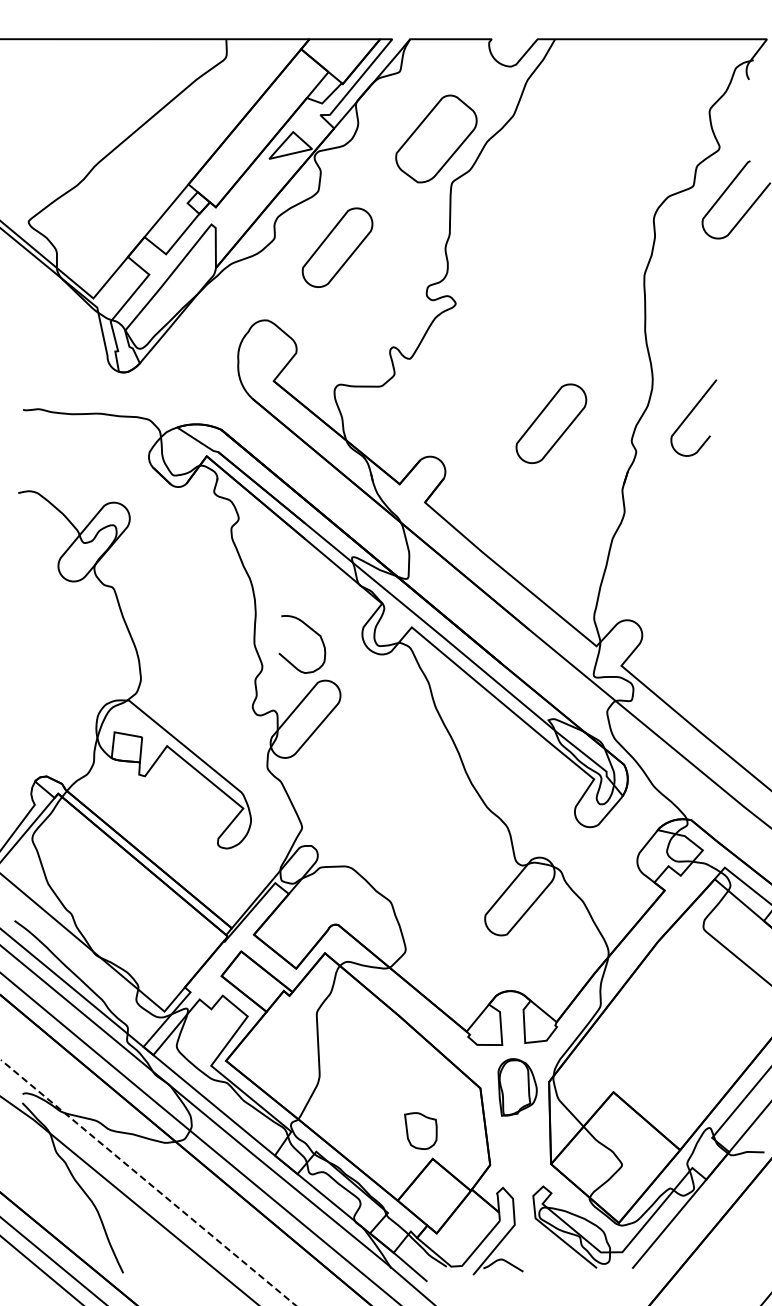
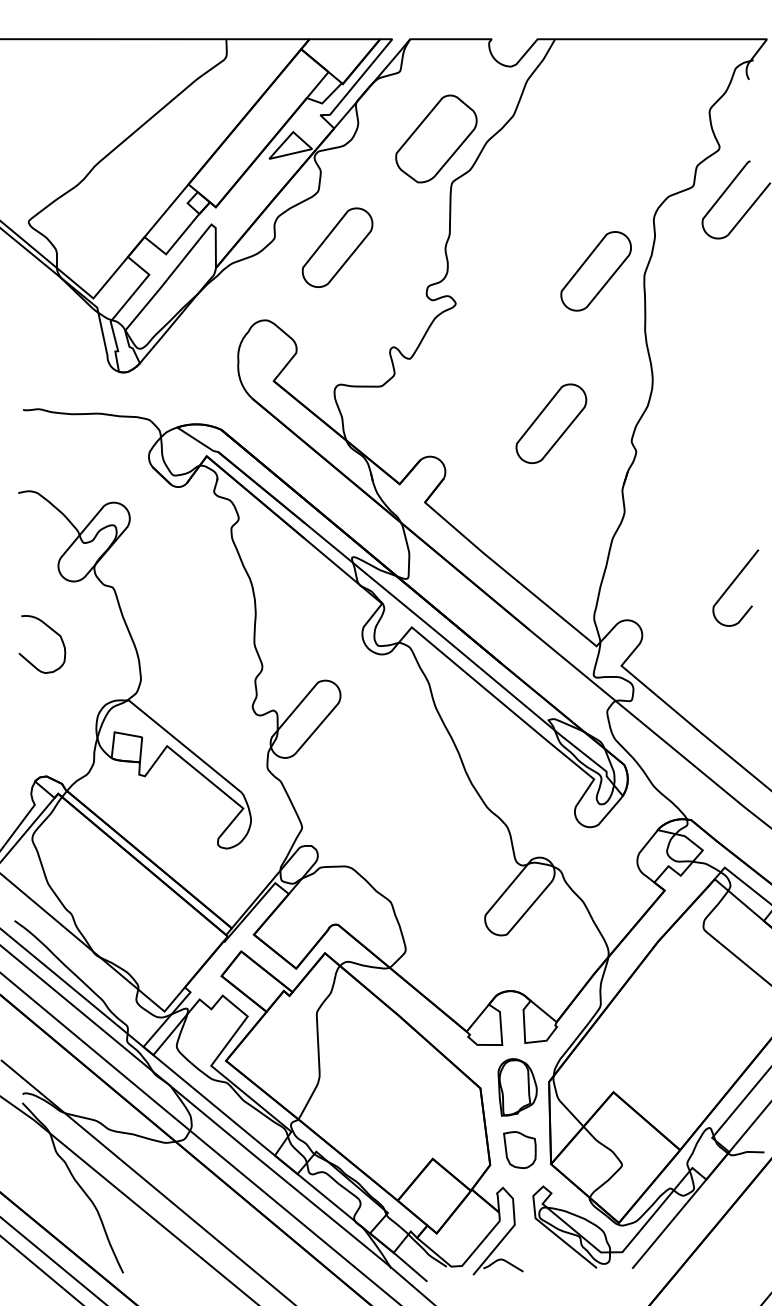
part at (595, 271): none -> present
curve at (690, 414) position: (690, 414) -> (732, 584)
curve at (311, 630) position: (311, 630) -> (51, 630)
part at (420, 1130) position: (420, 1130) -> (519, 1149)
line at (148, 1182): dashed -> solid
